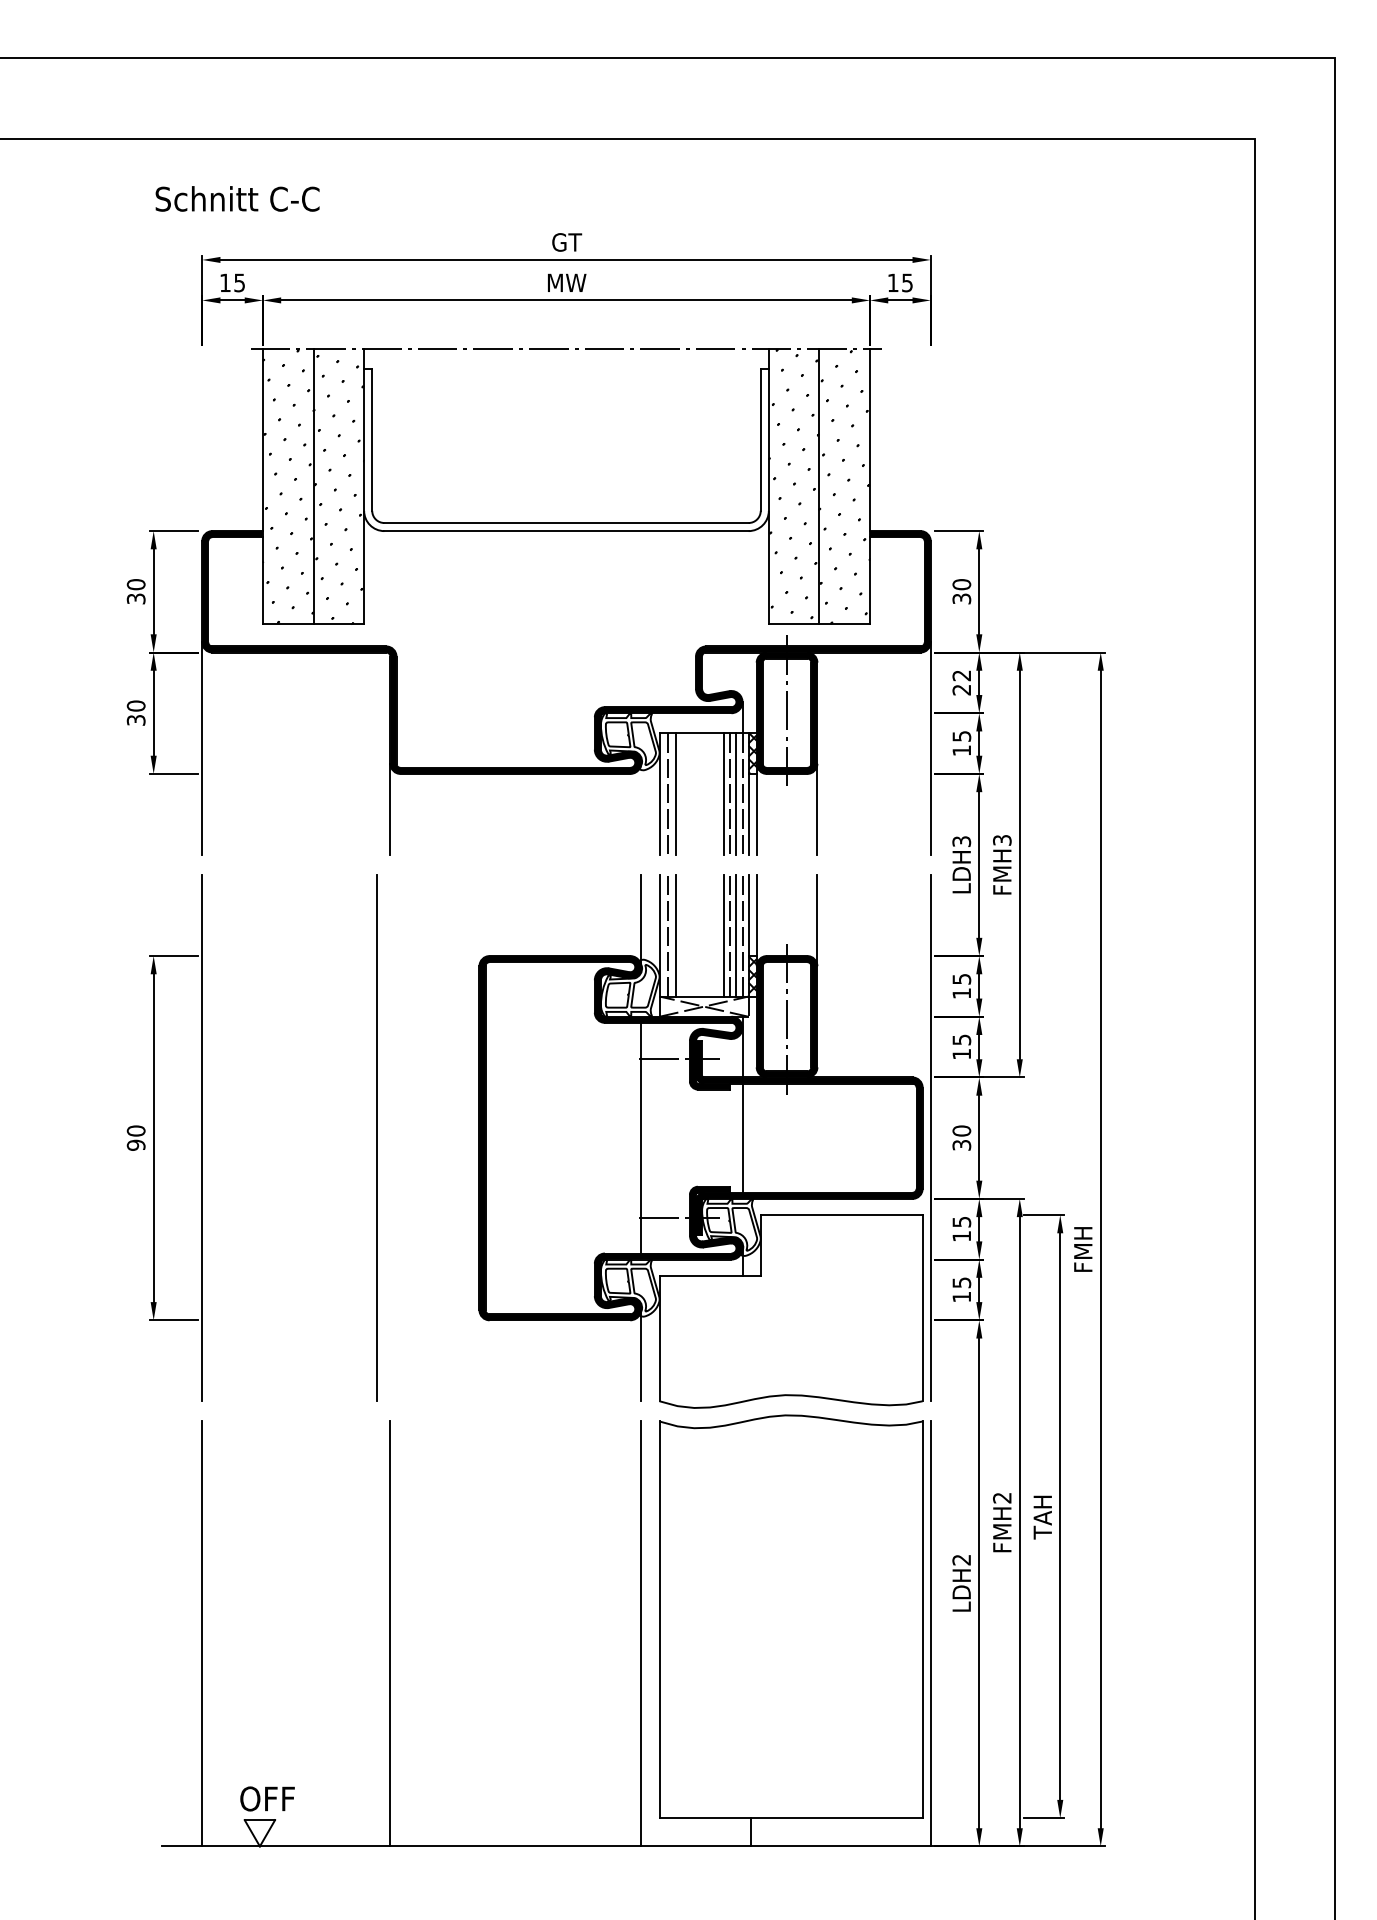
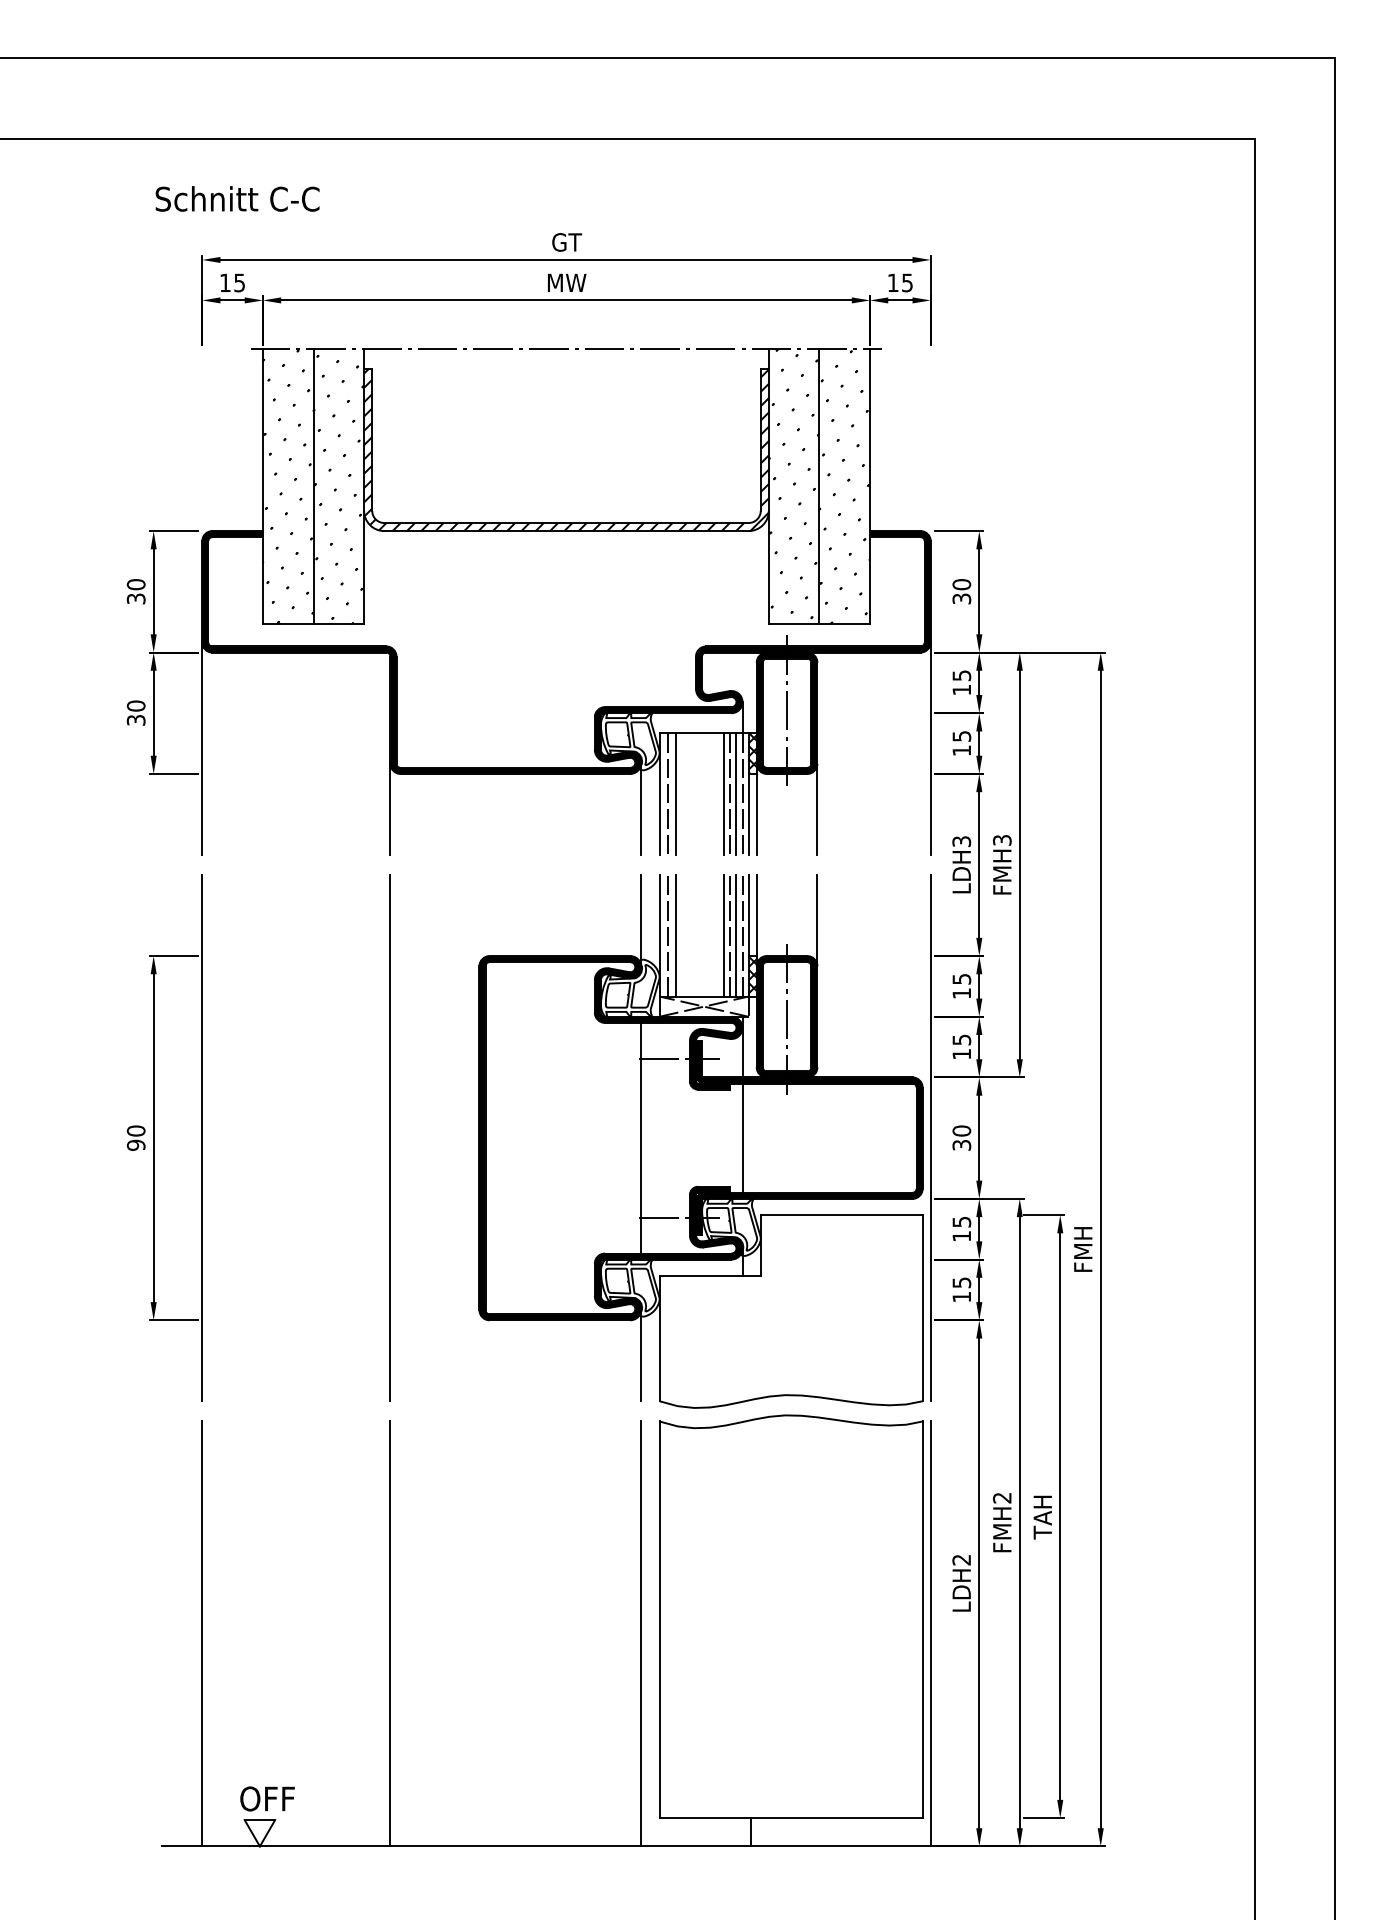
hatch at (566, 450): none -> present
text at (961, 682): 22 -> 15
line at (641, 808): none -> present
line at (376, 1137) position: (376, 1137) -> (389, 1137)
